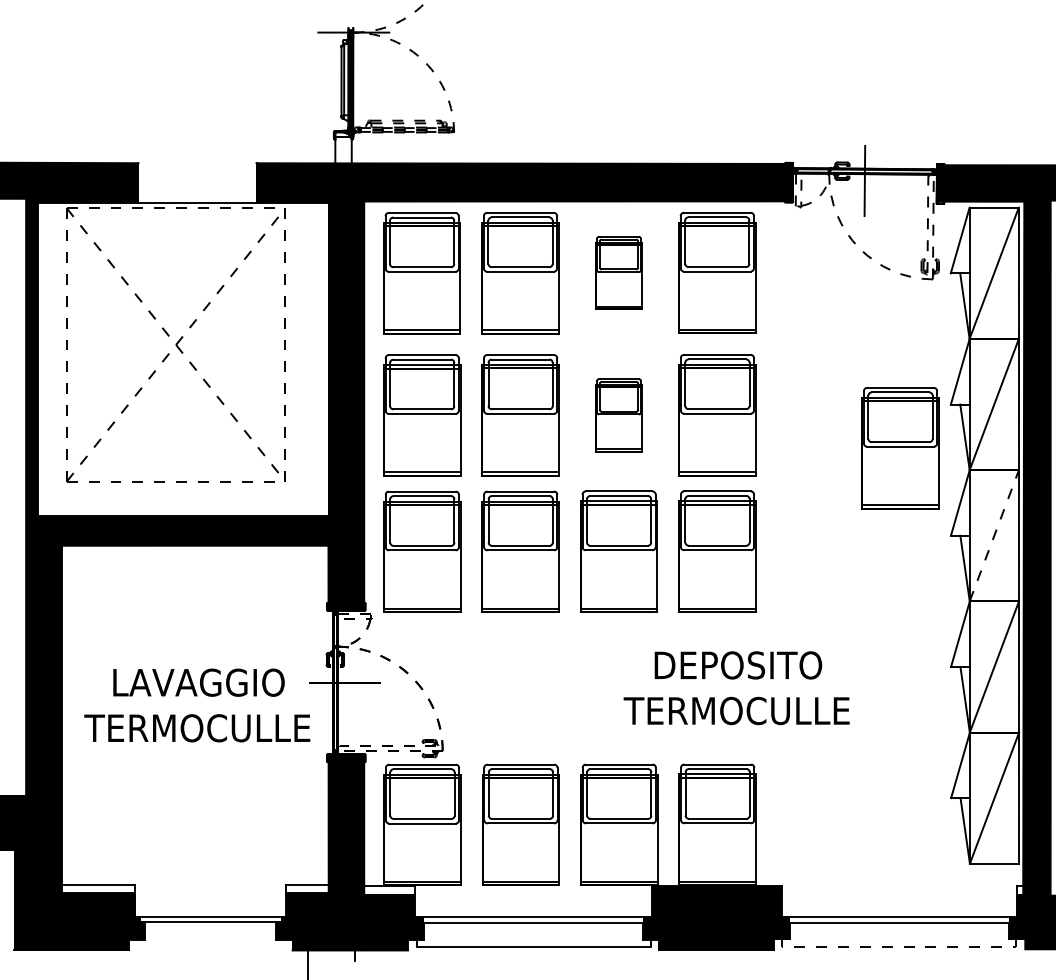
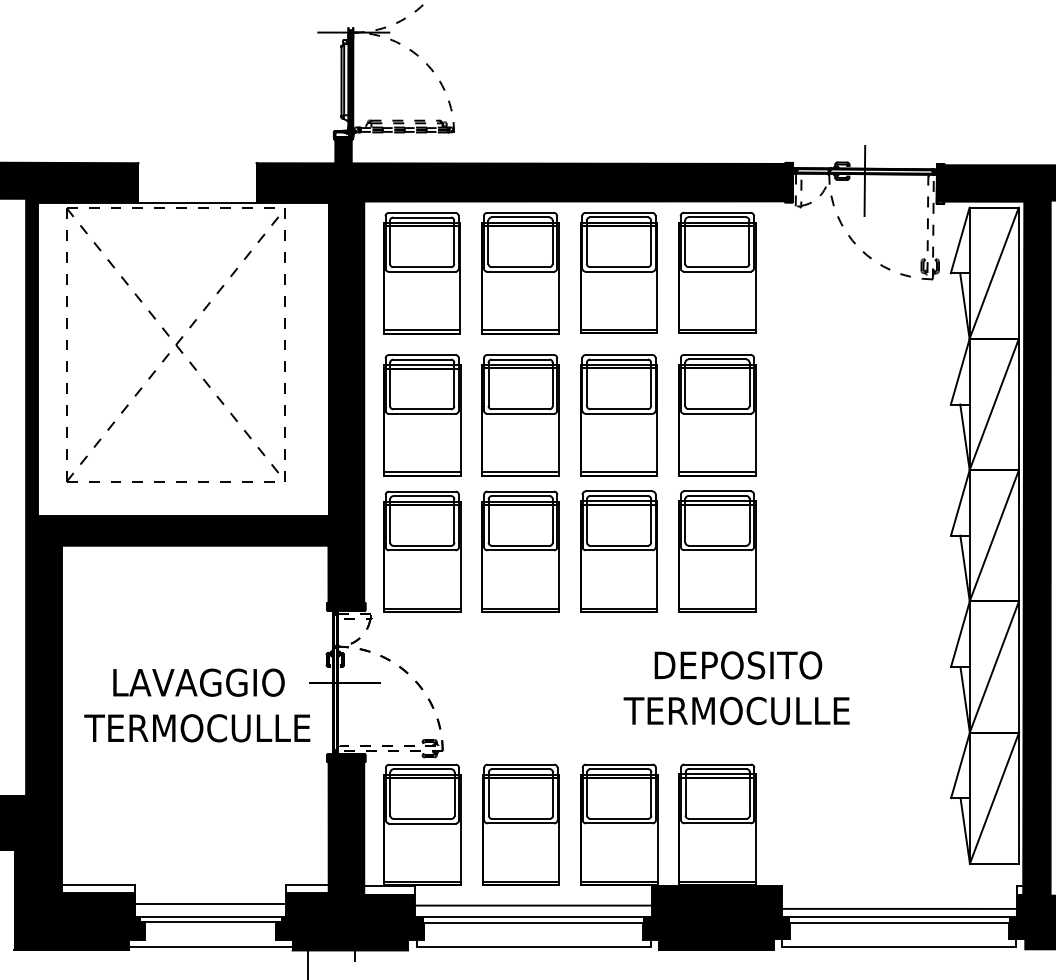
fill at (343, 149): none -> present
part at (618, 272) size: 48x74 px -> 78x122 px
part at (618, 415) size: 48x75 px -> 78x123 px
part at (900, 448): present -> none
line at (994, 535): dashed -> solid
line at (210, 904): none -> present
line at (533, 905): none -> present
line at (898, 908): none -> present
line at (899, 946): dashed -> solid
line at (210, 947): none -> present
